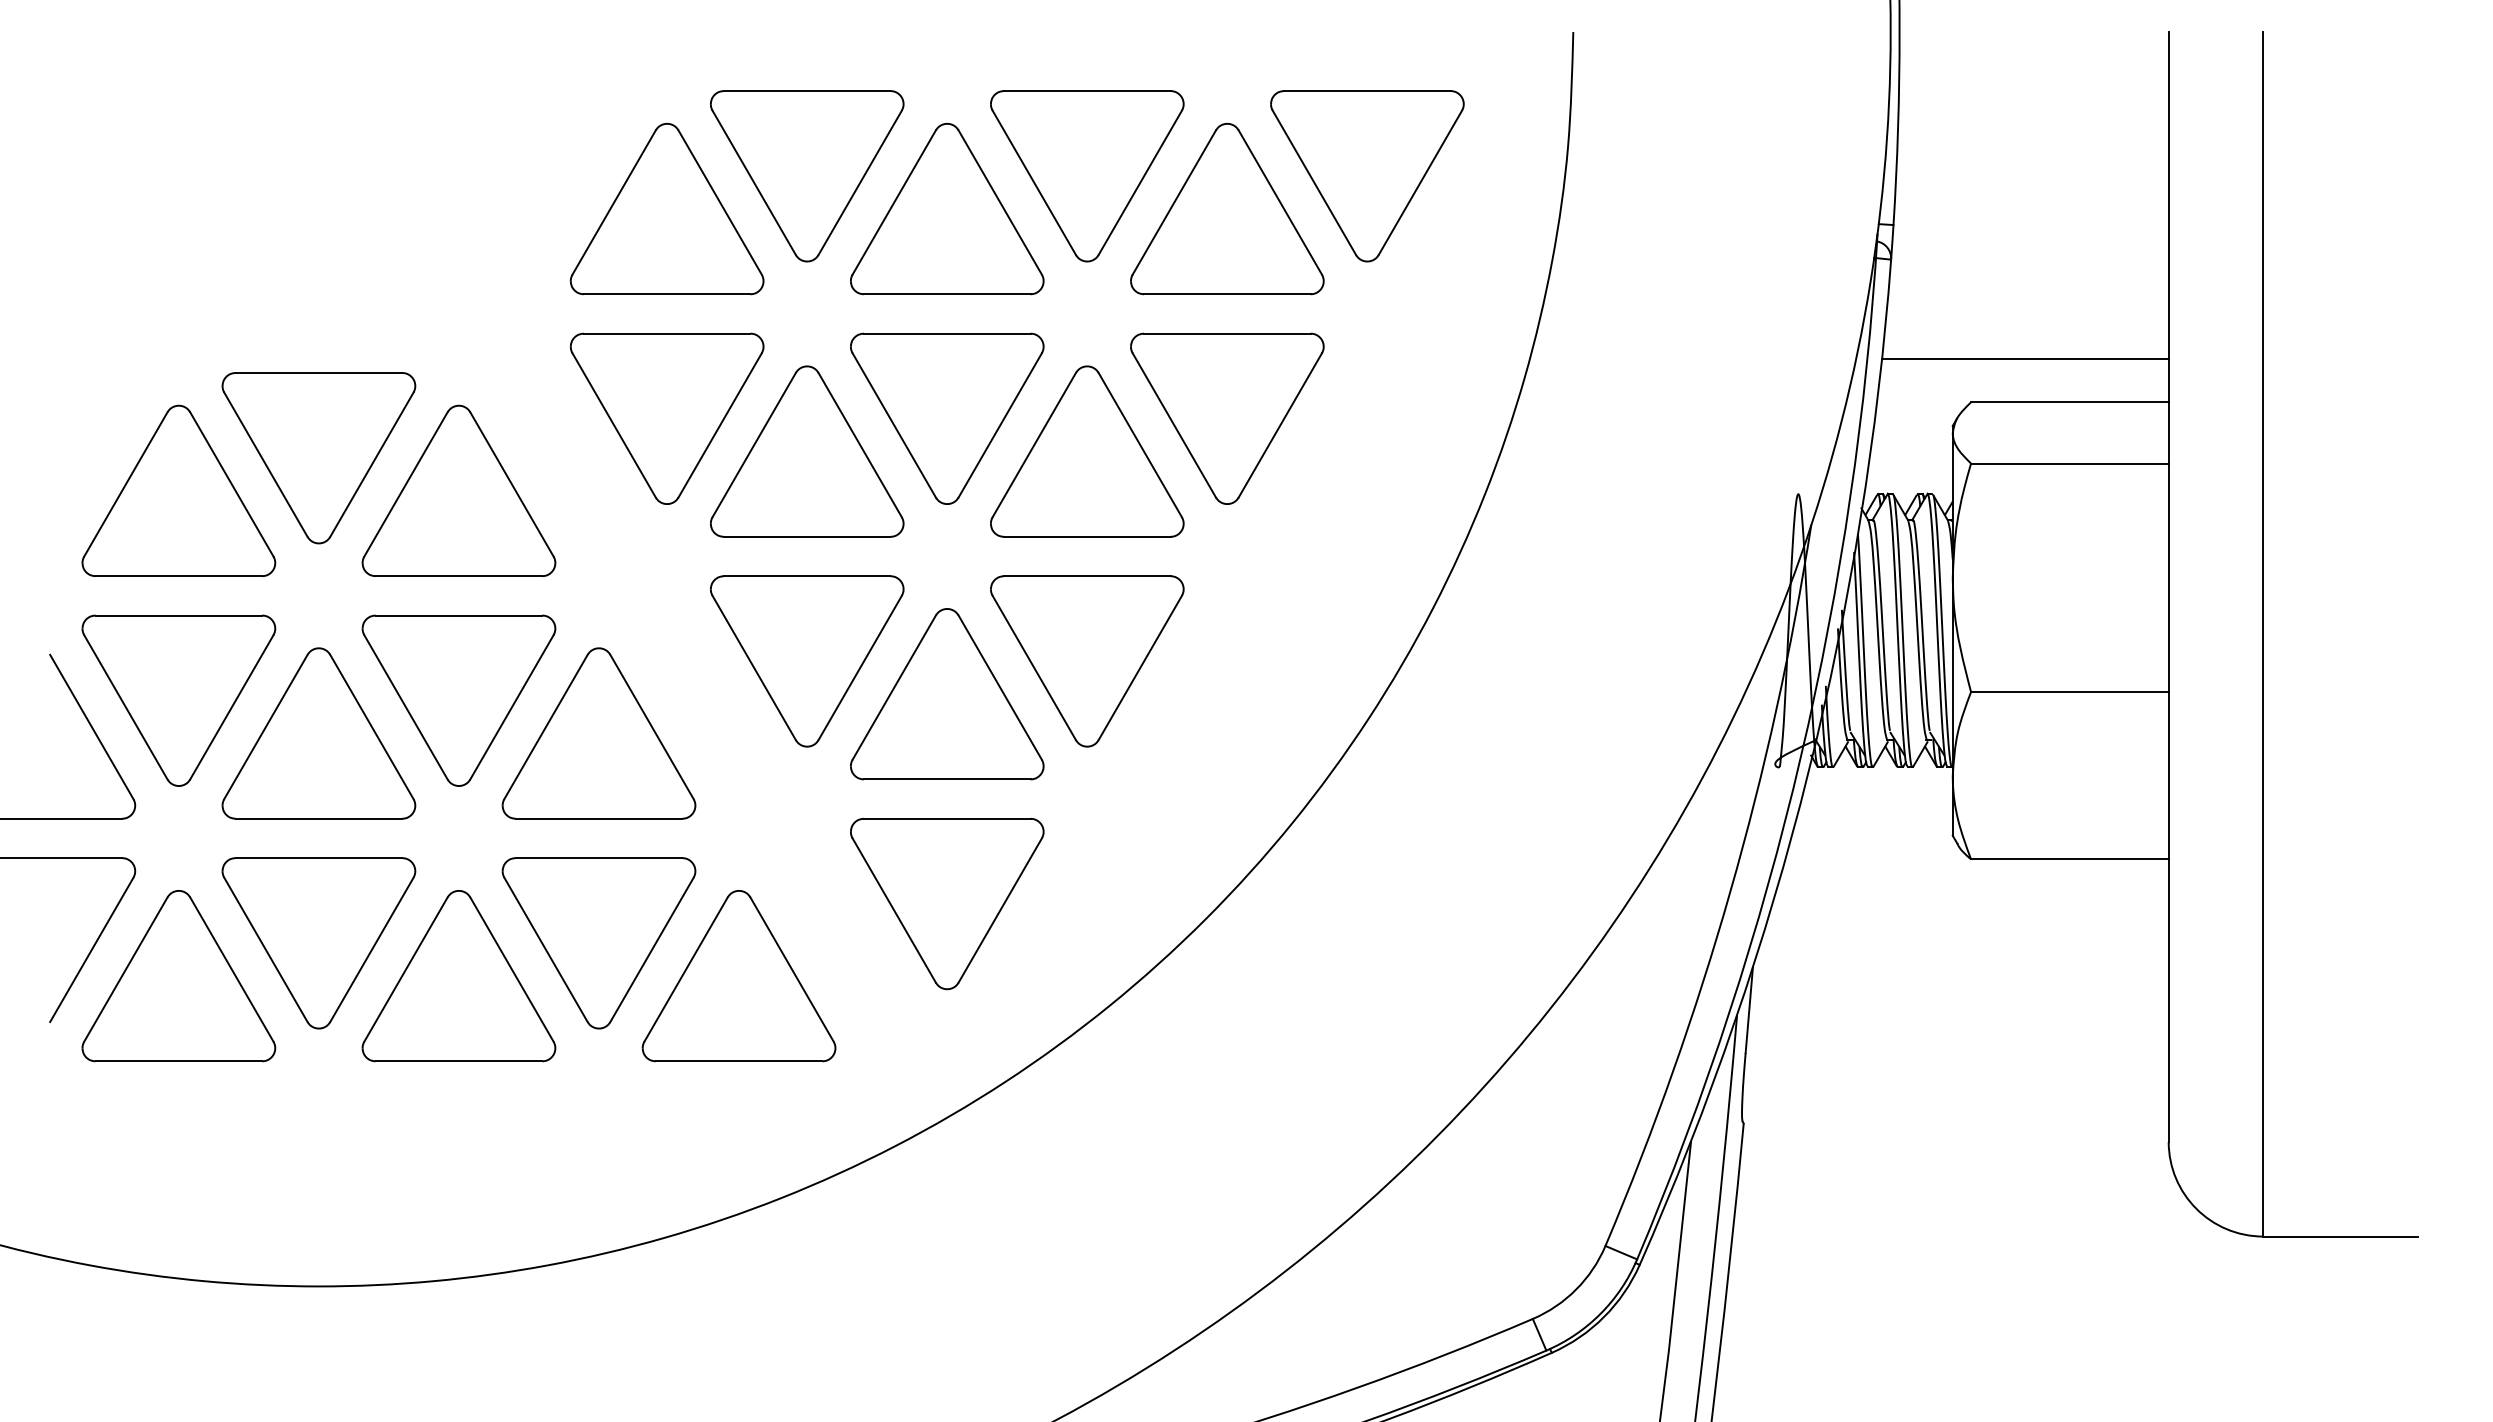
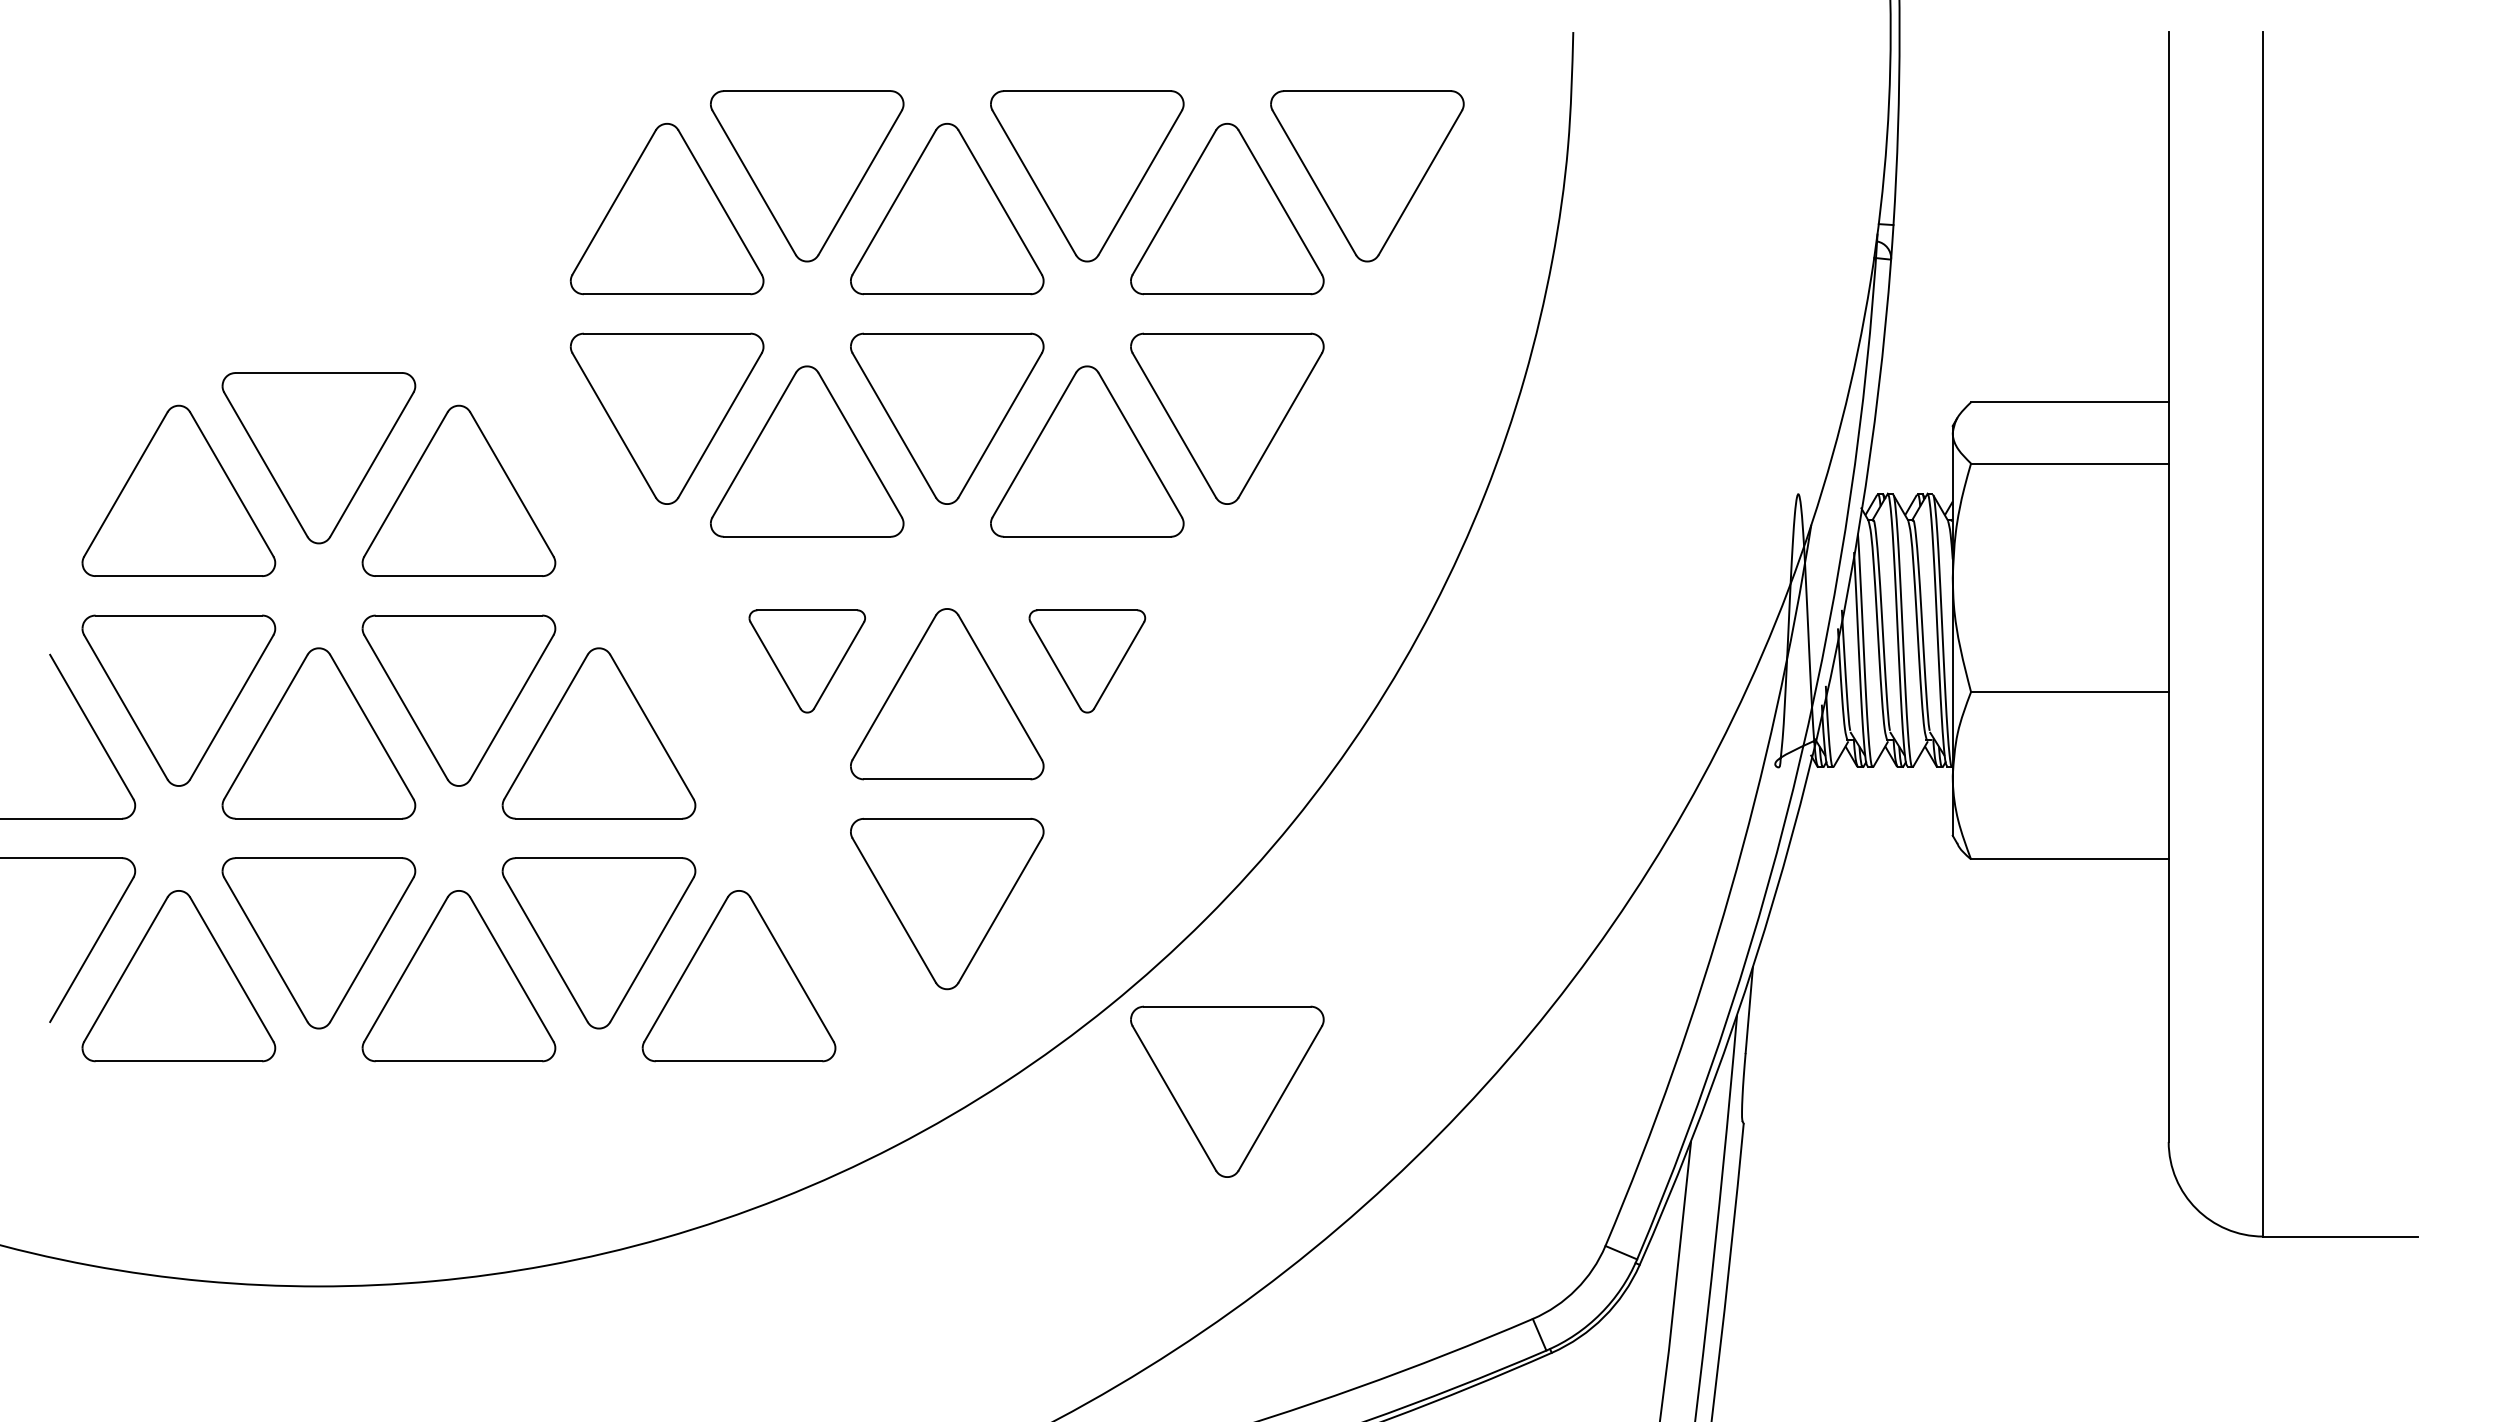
line at (2025, 358): present -> none
part at (807, 661) size: 195x173 px -> 118x105 px
part at (1087, 661) size: 195x173 px -> 119x105 px
part at (1227, 1091): none -> present
